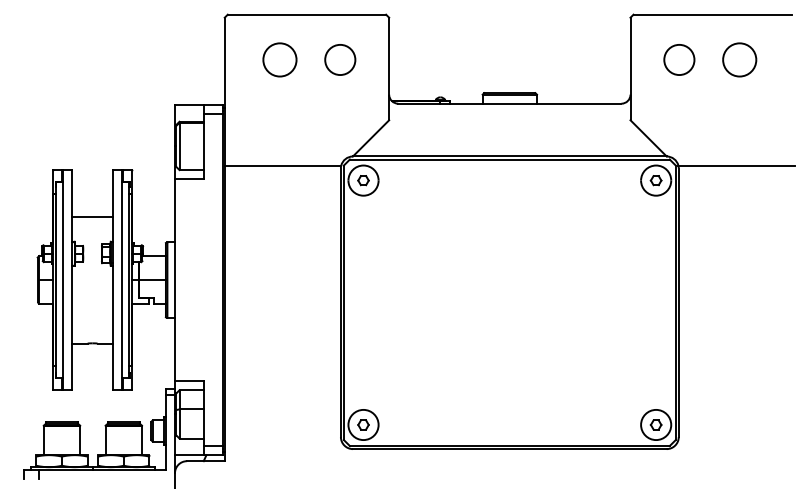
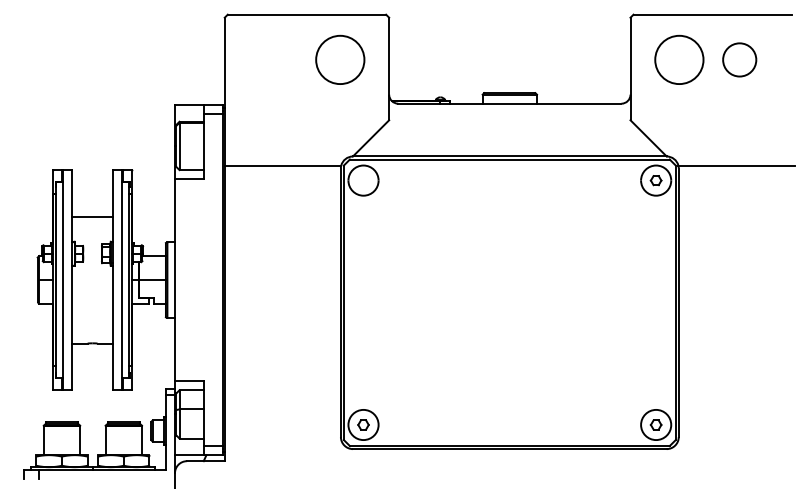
part at (279, 59): present -> none
circle at (340, 59) diameter: 30 px -> 48 px
circle at (679, 59) diameter: 30 px -> 48 px
part at (363, 180): present -> none
